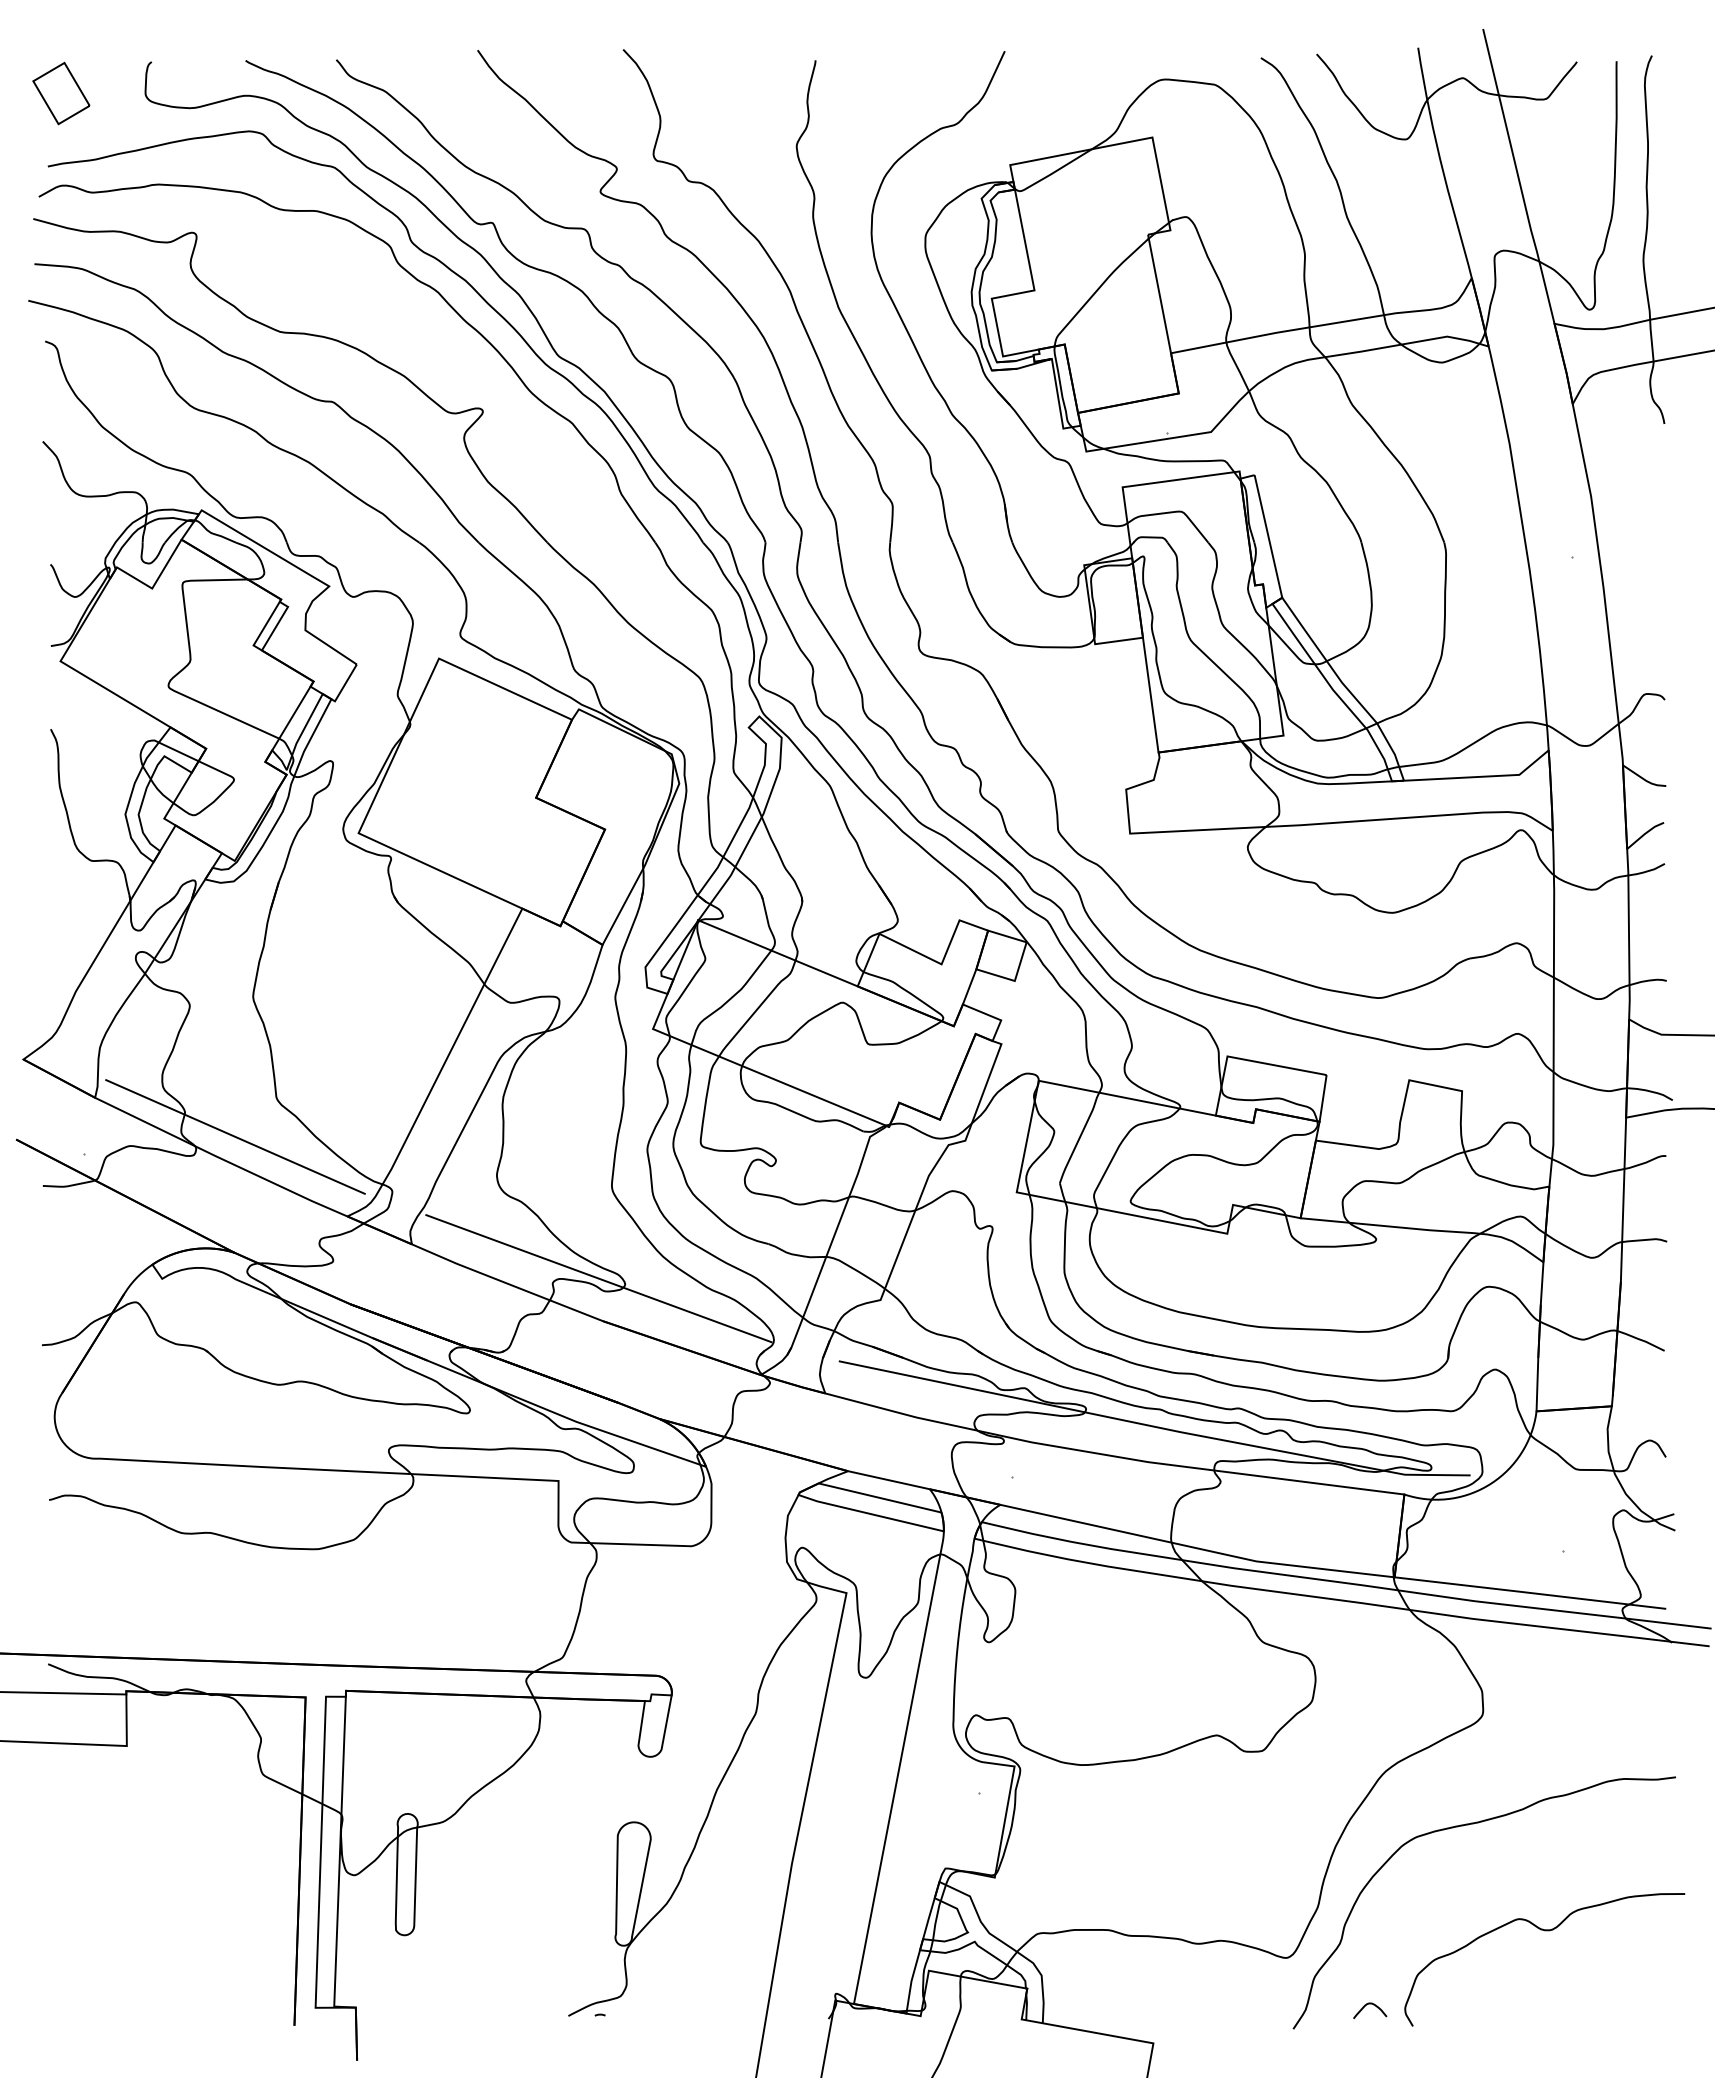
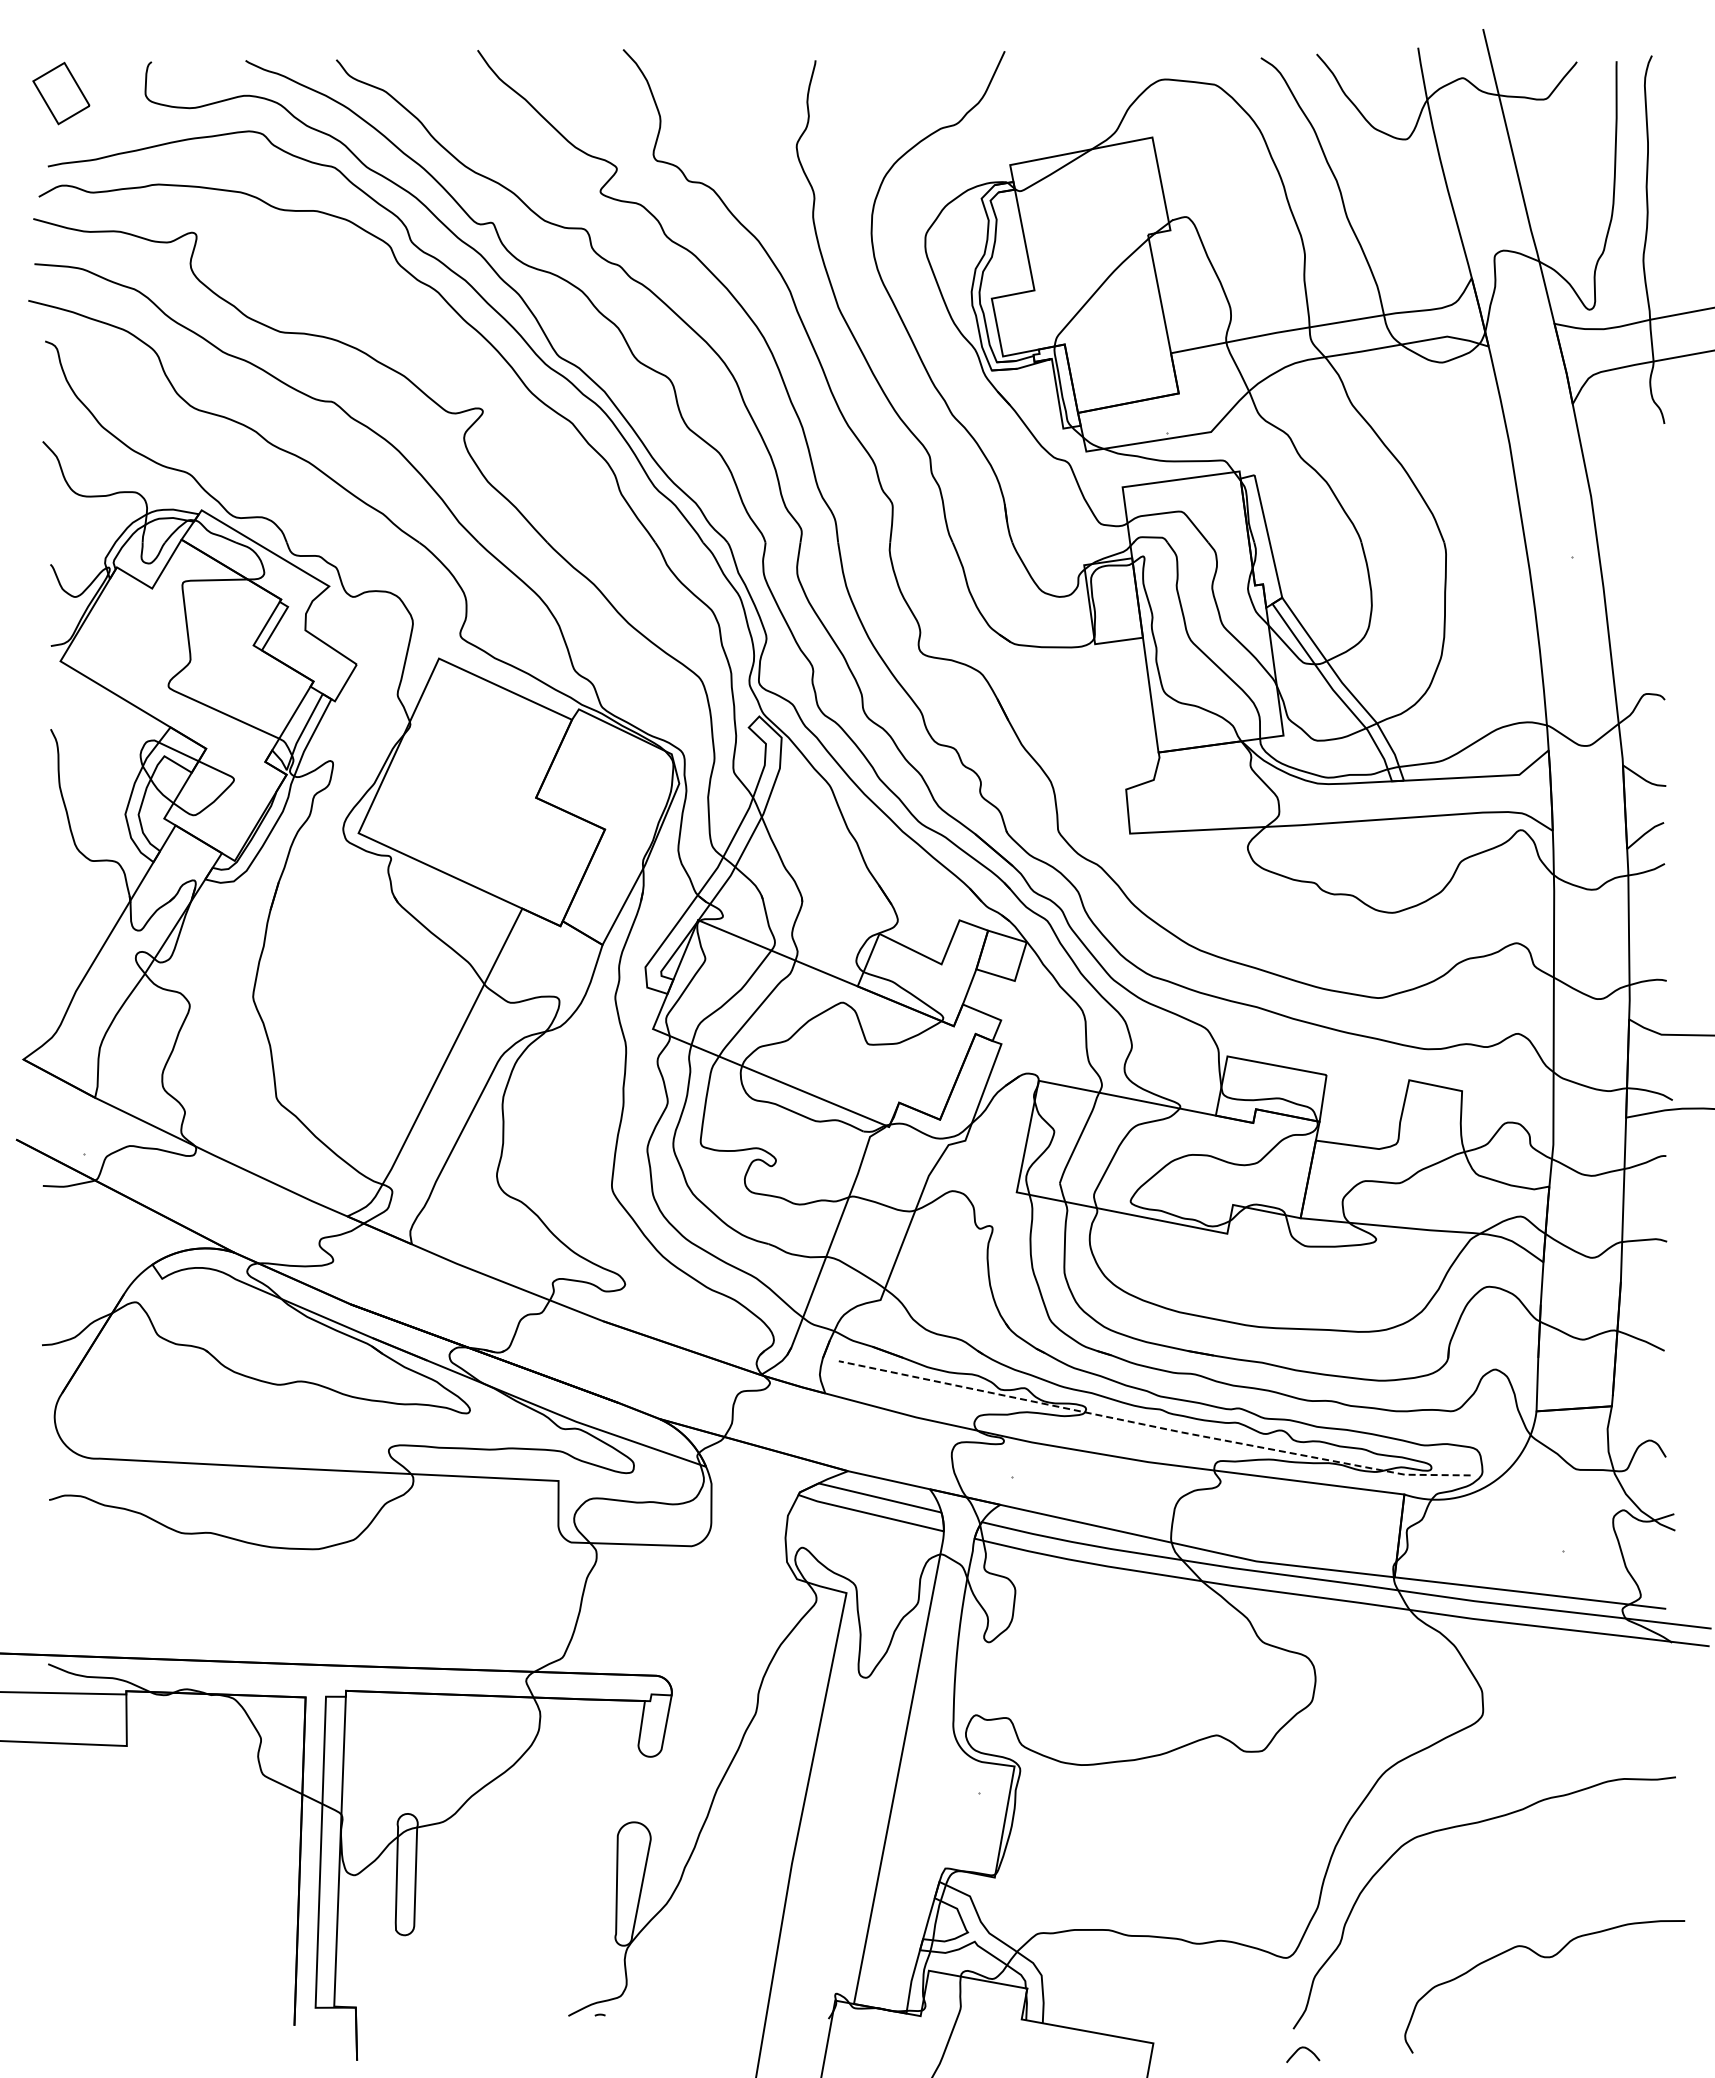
line at (235, 1136): present -> none
line at (598, 1278): present -> none
line at (1154, 1426): solid -> dashed
curve at (1544, 1931) position: (1544, 1931) -> (1544, 1958)
curve at (1373, 2005) position: (1373, 2005) -> (1306, 2049)
